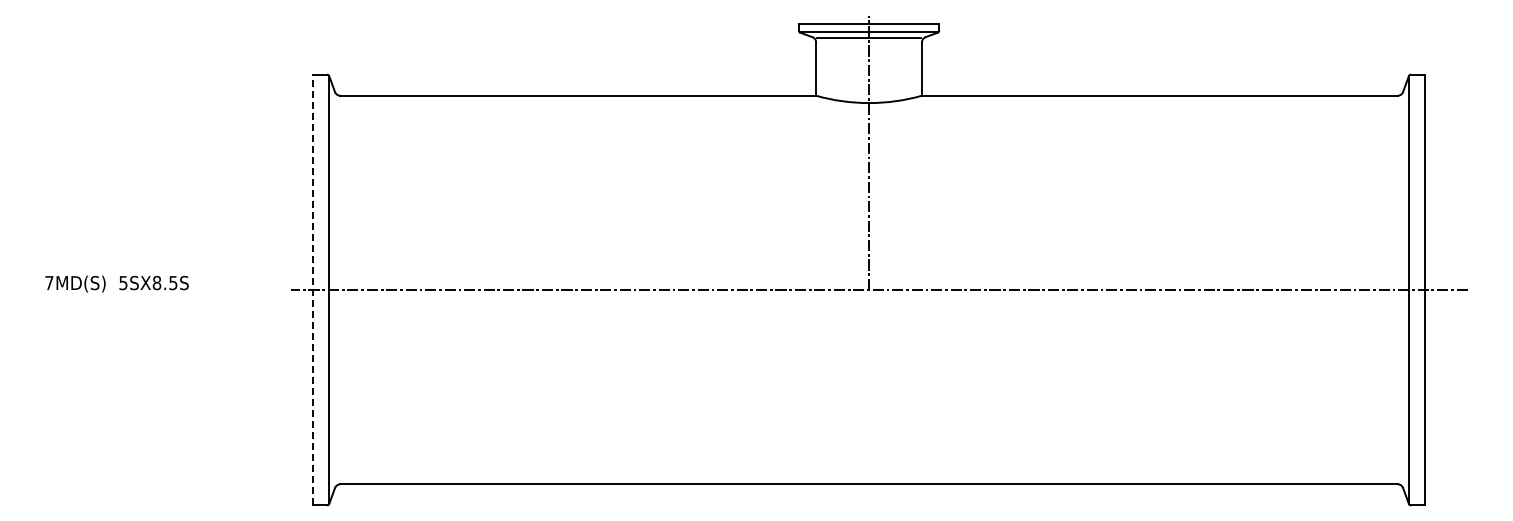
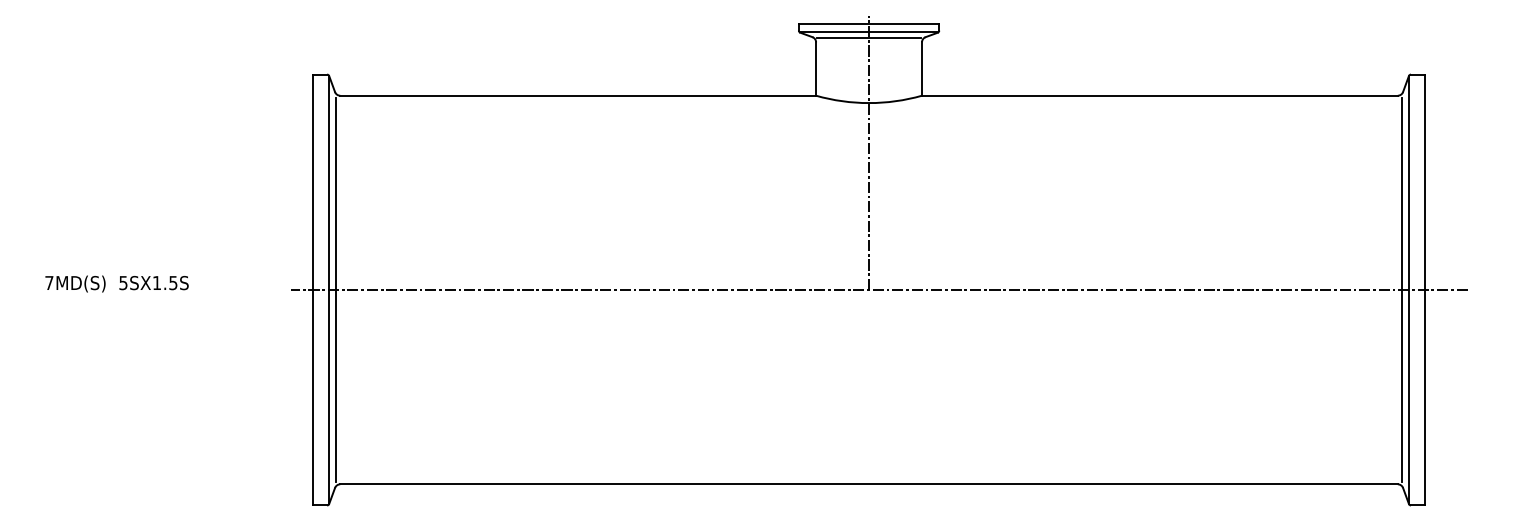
text at (156, 283): 5SX8.5S -> 5SX1.5S
line at (313, 289): dashed -> solid
line at (336, 290): none -> present
line at (1401, 290): none -> present
